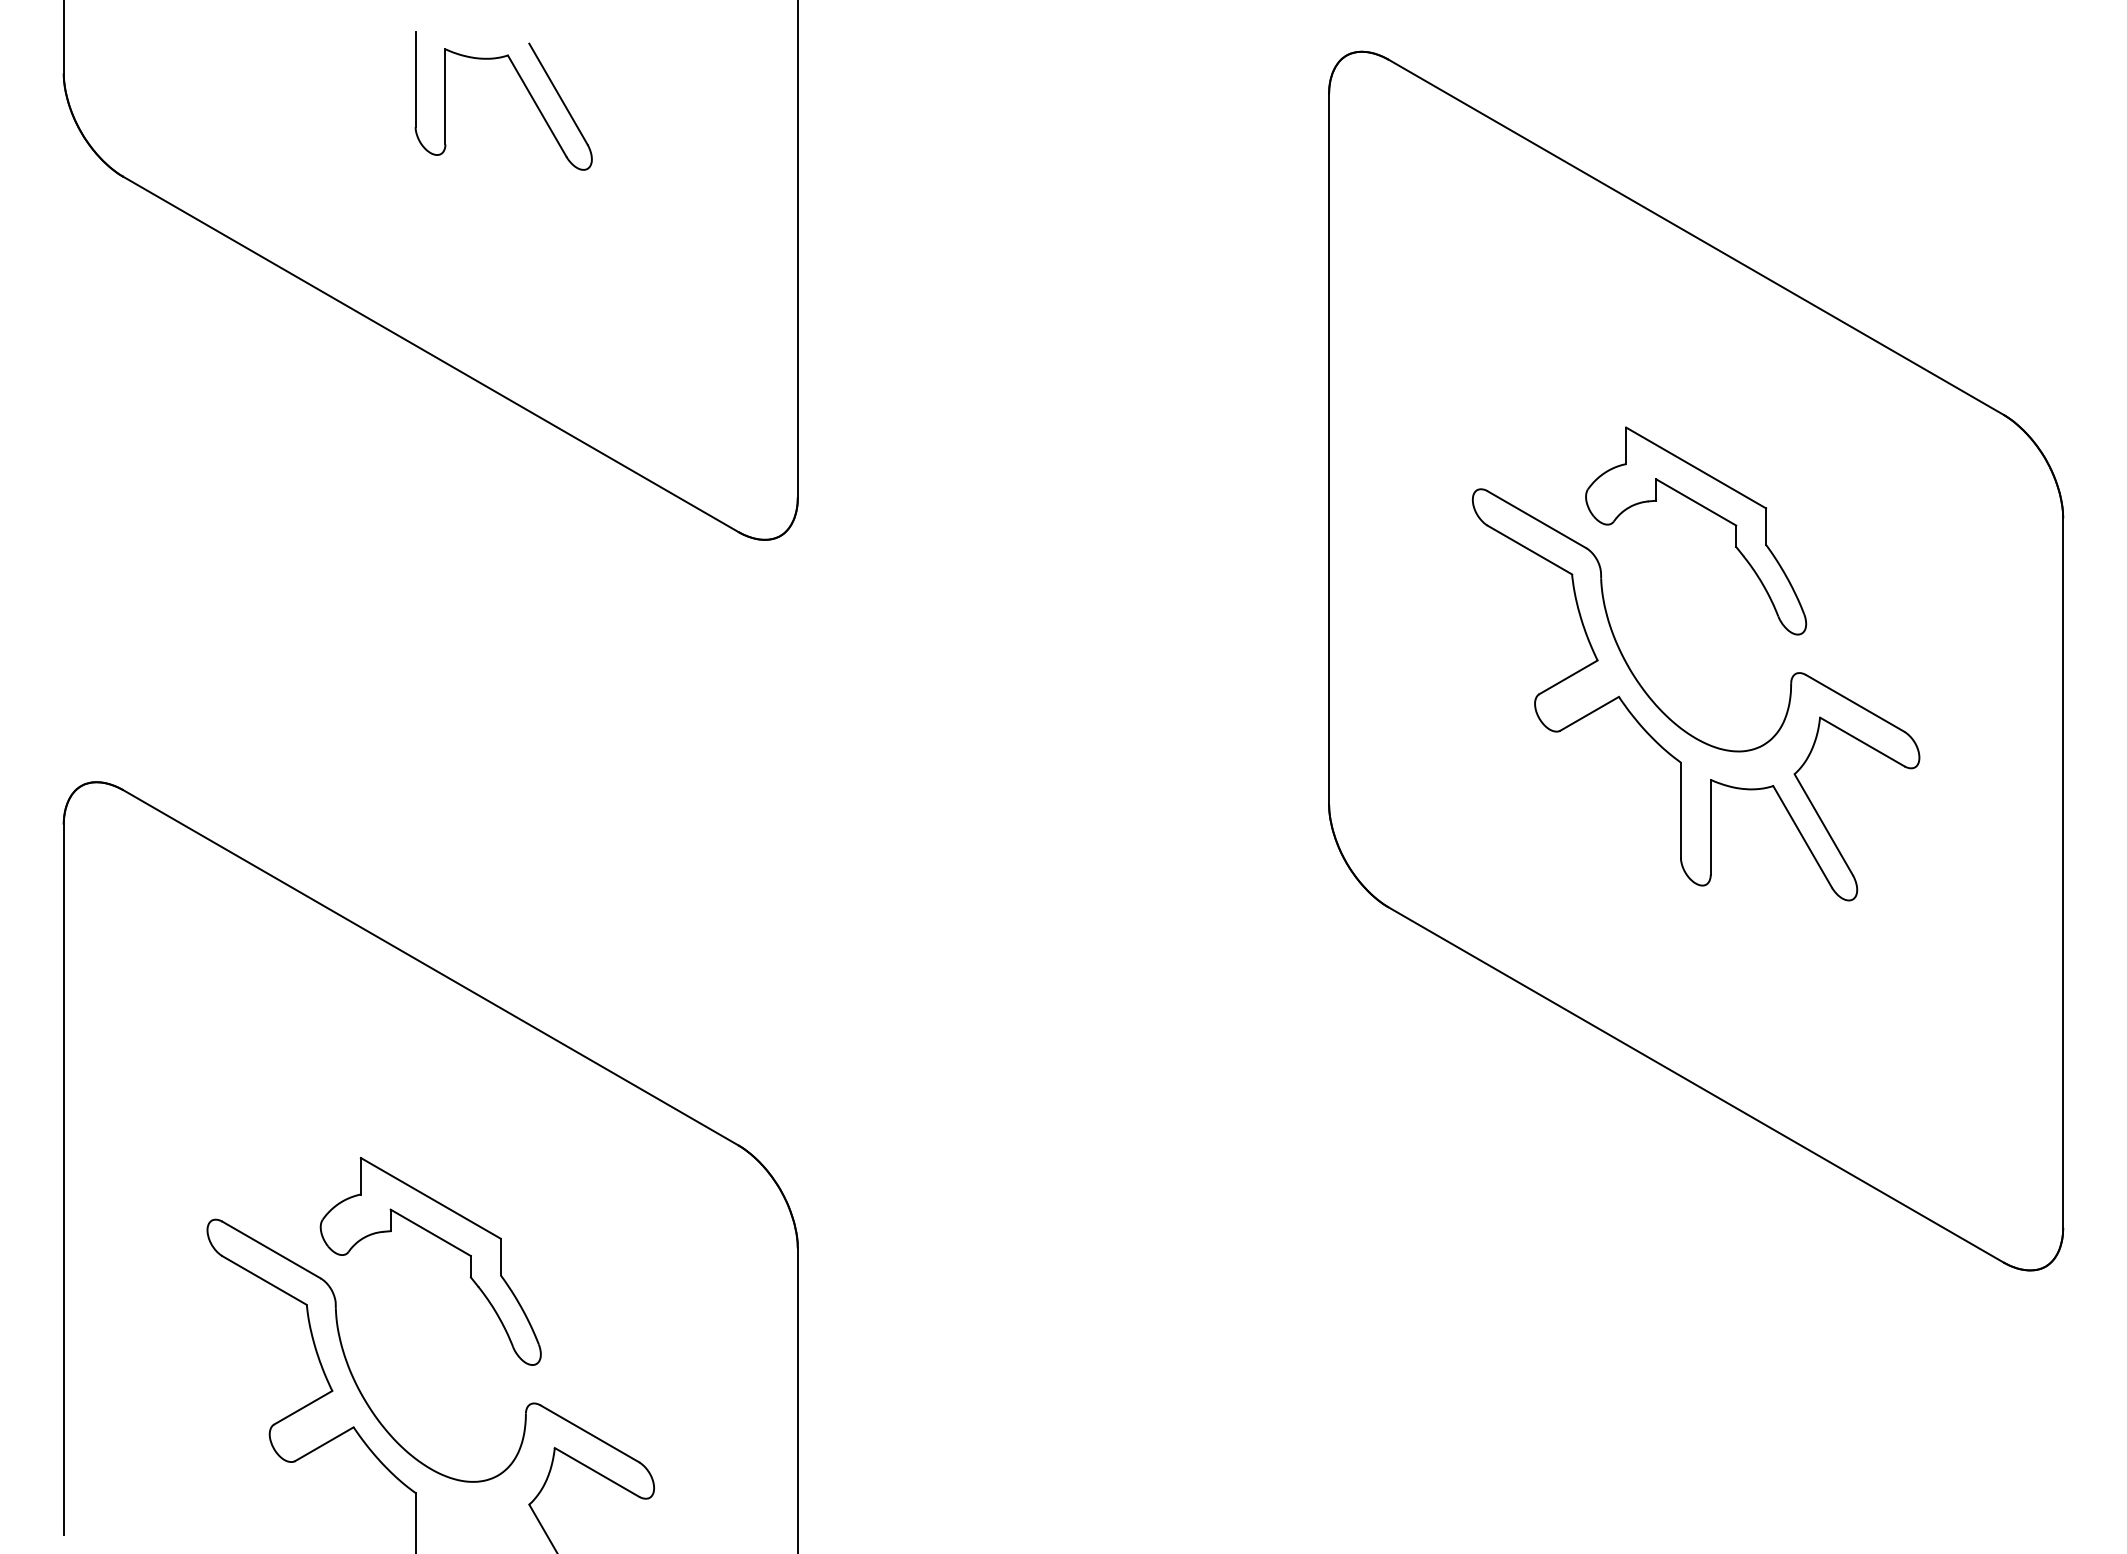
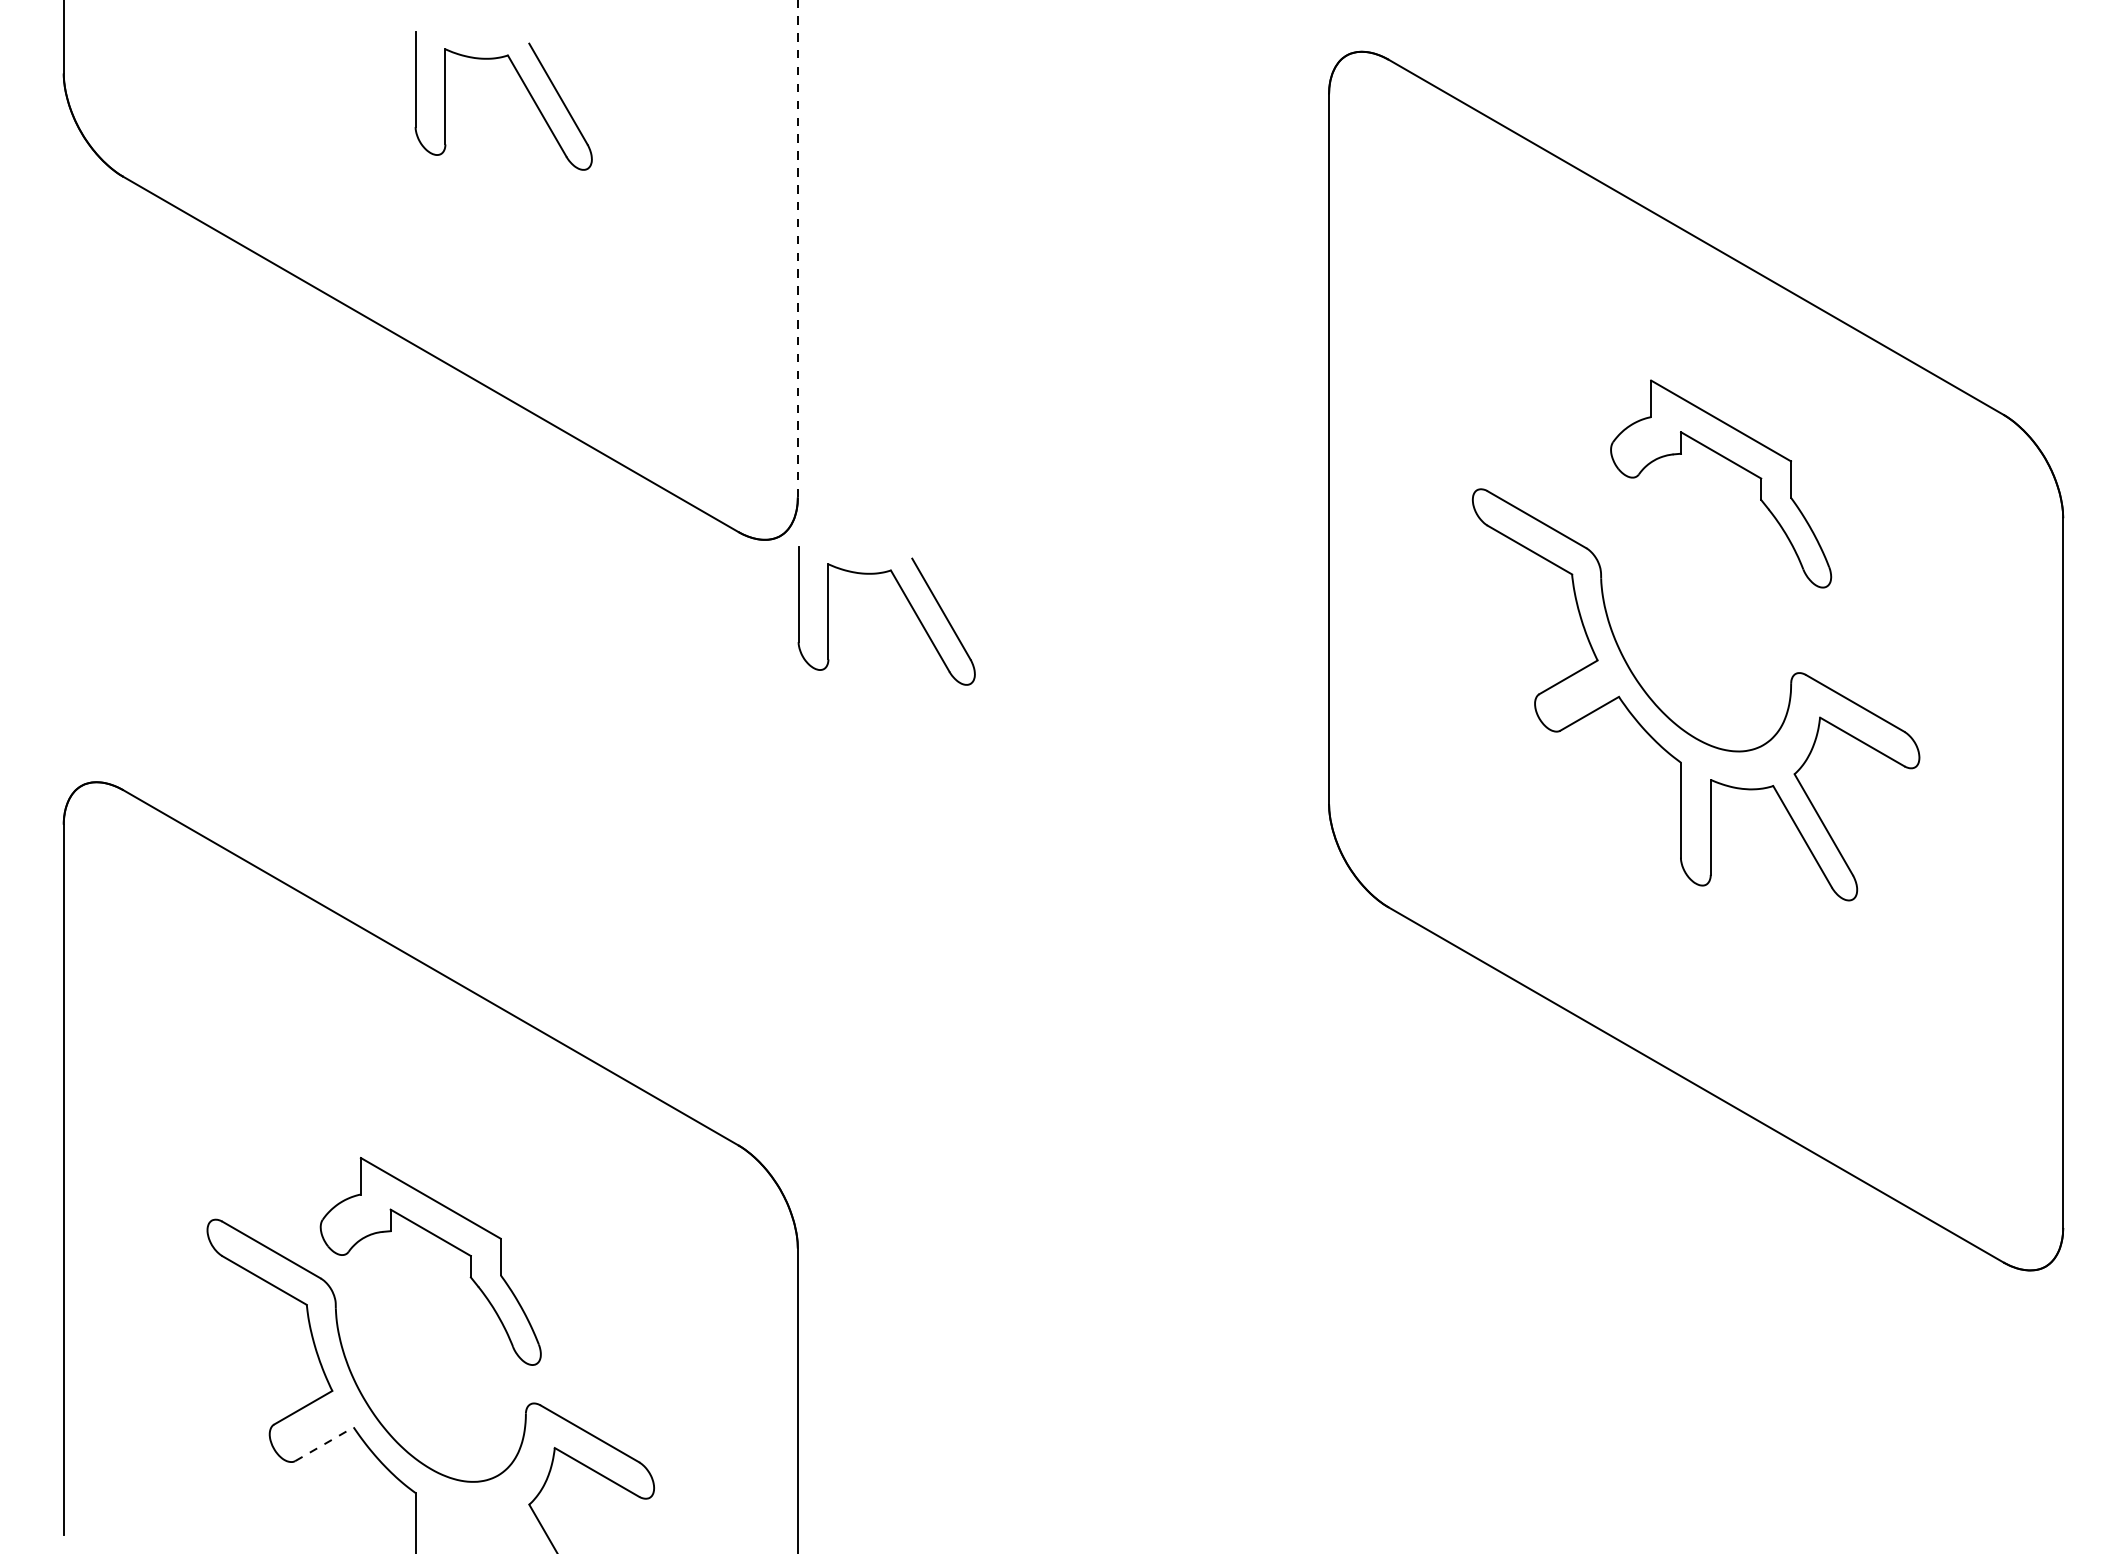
line at (797, 248): solid -> dashed
part at (1709, 511) position: (1709, 511) -> (1734, 464)
part at (907, 601): none -> present
line at (324, 1444): solid -> dashed
